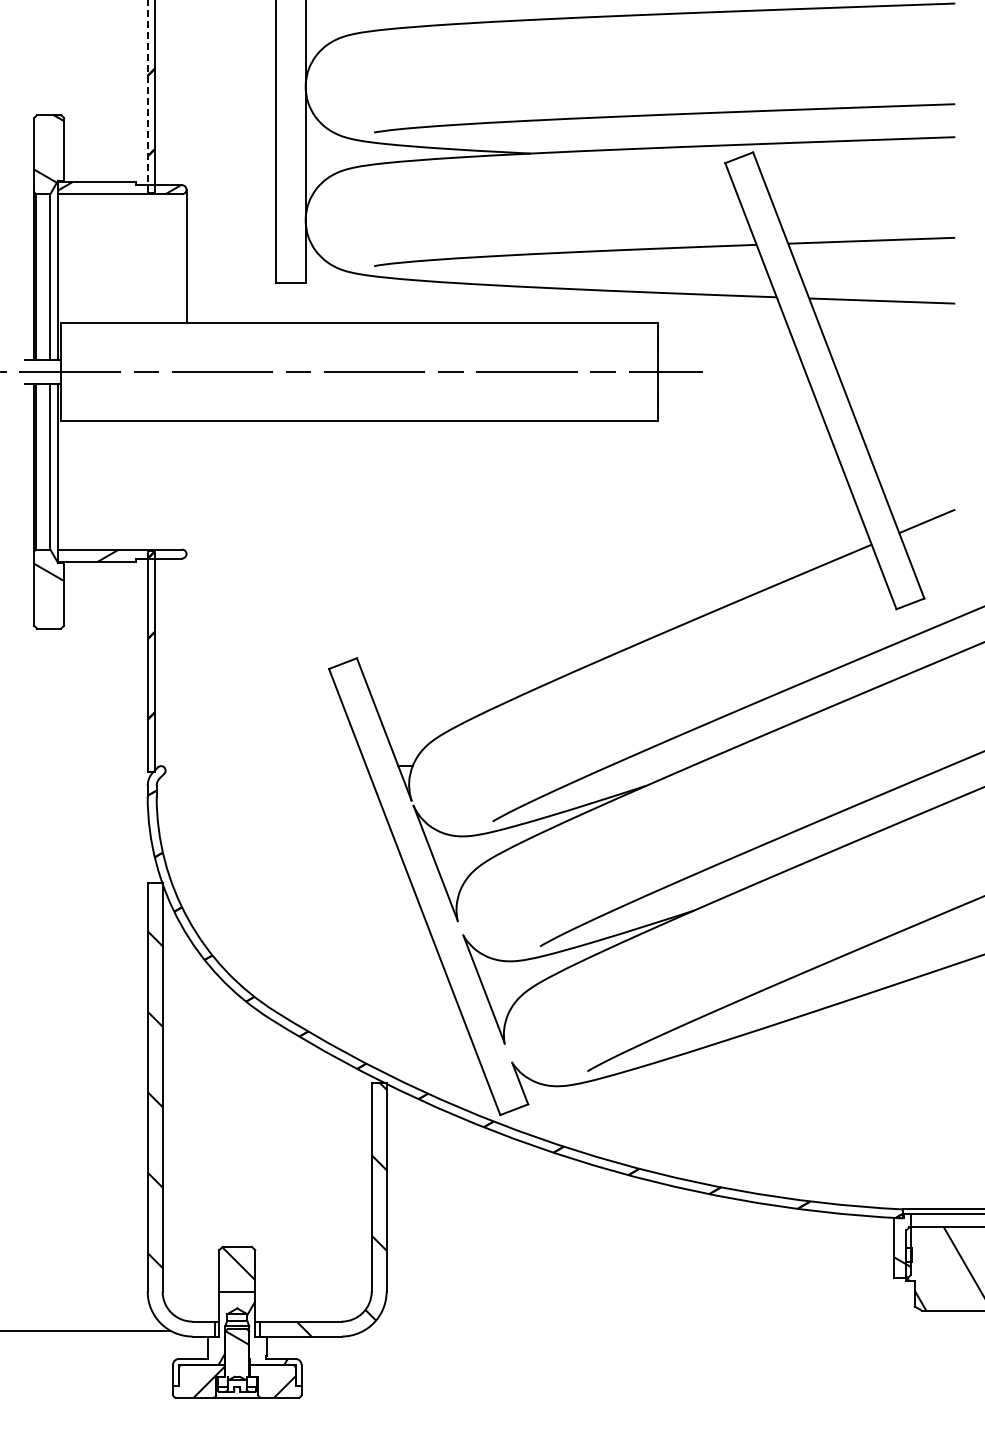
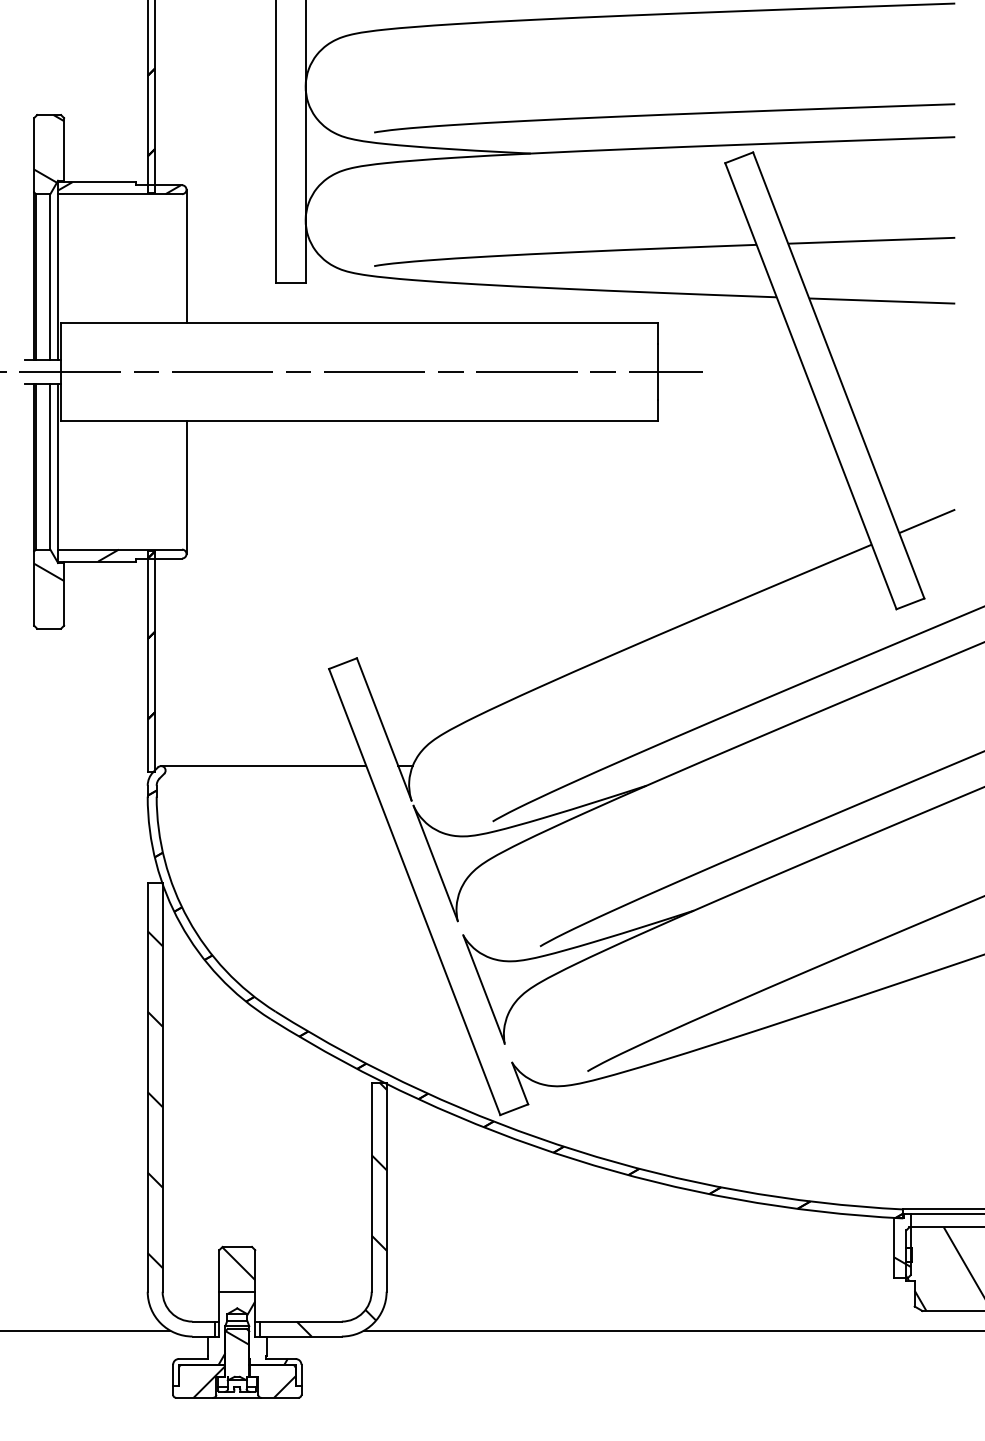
line at (147, 96): dashed -> solid
line at (186, 487): none -> present
line at (263, 766): none -> present
line at (672, 1330): none -> present
